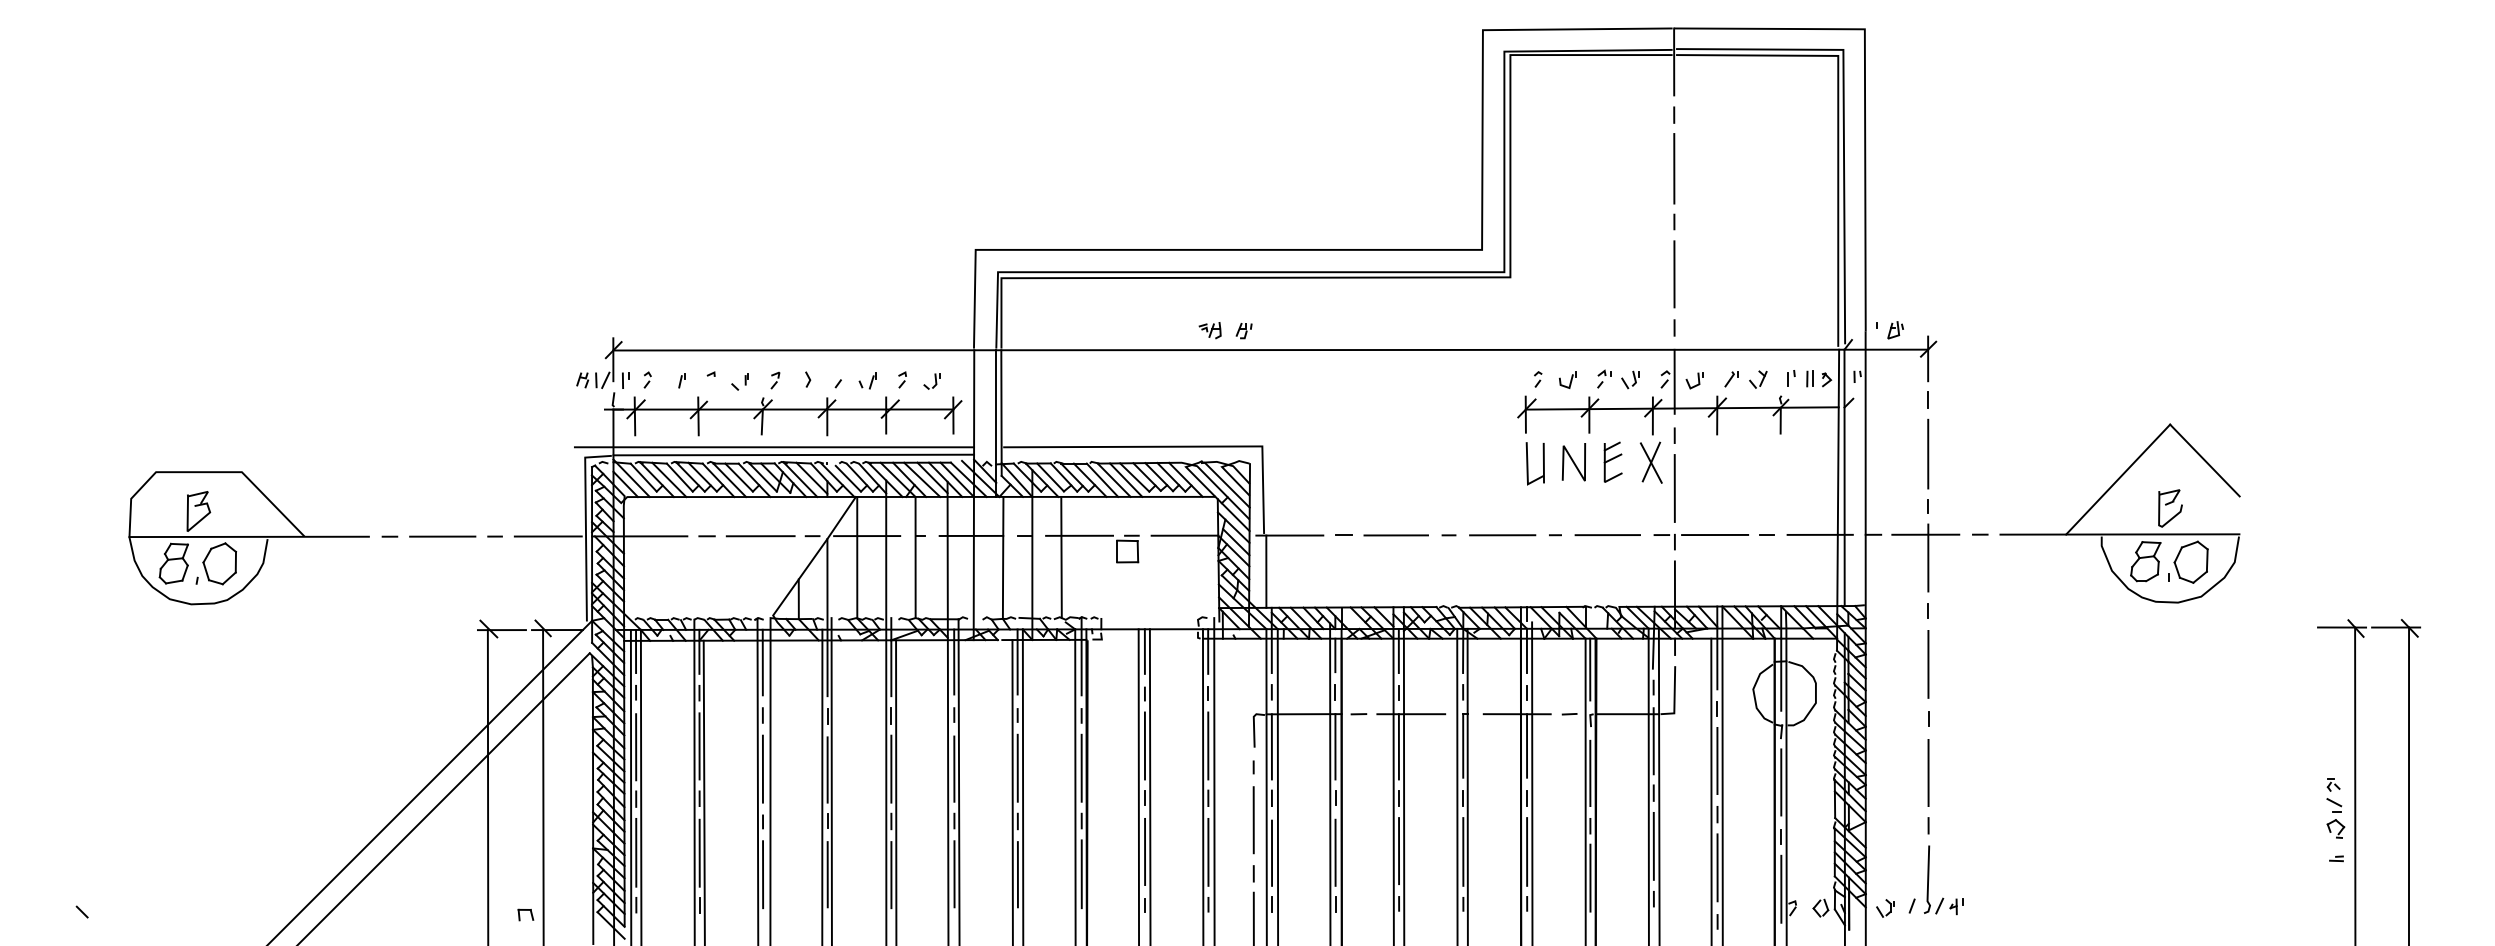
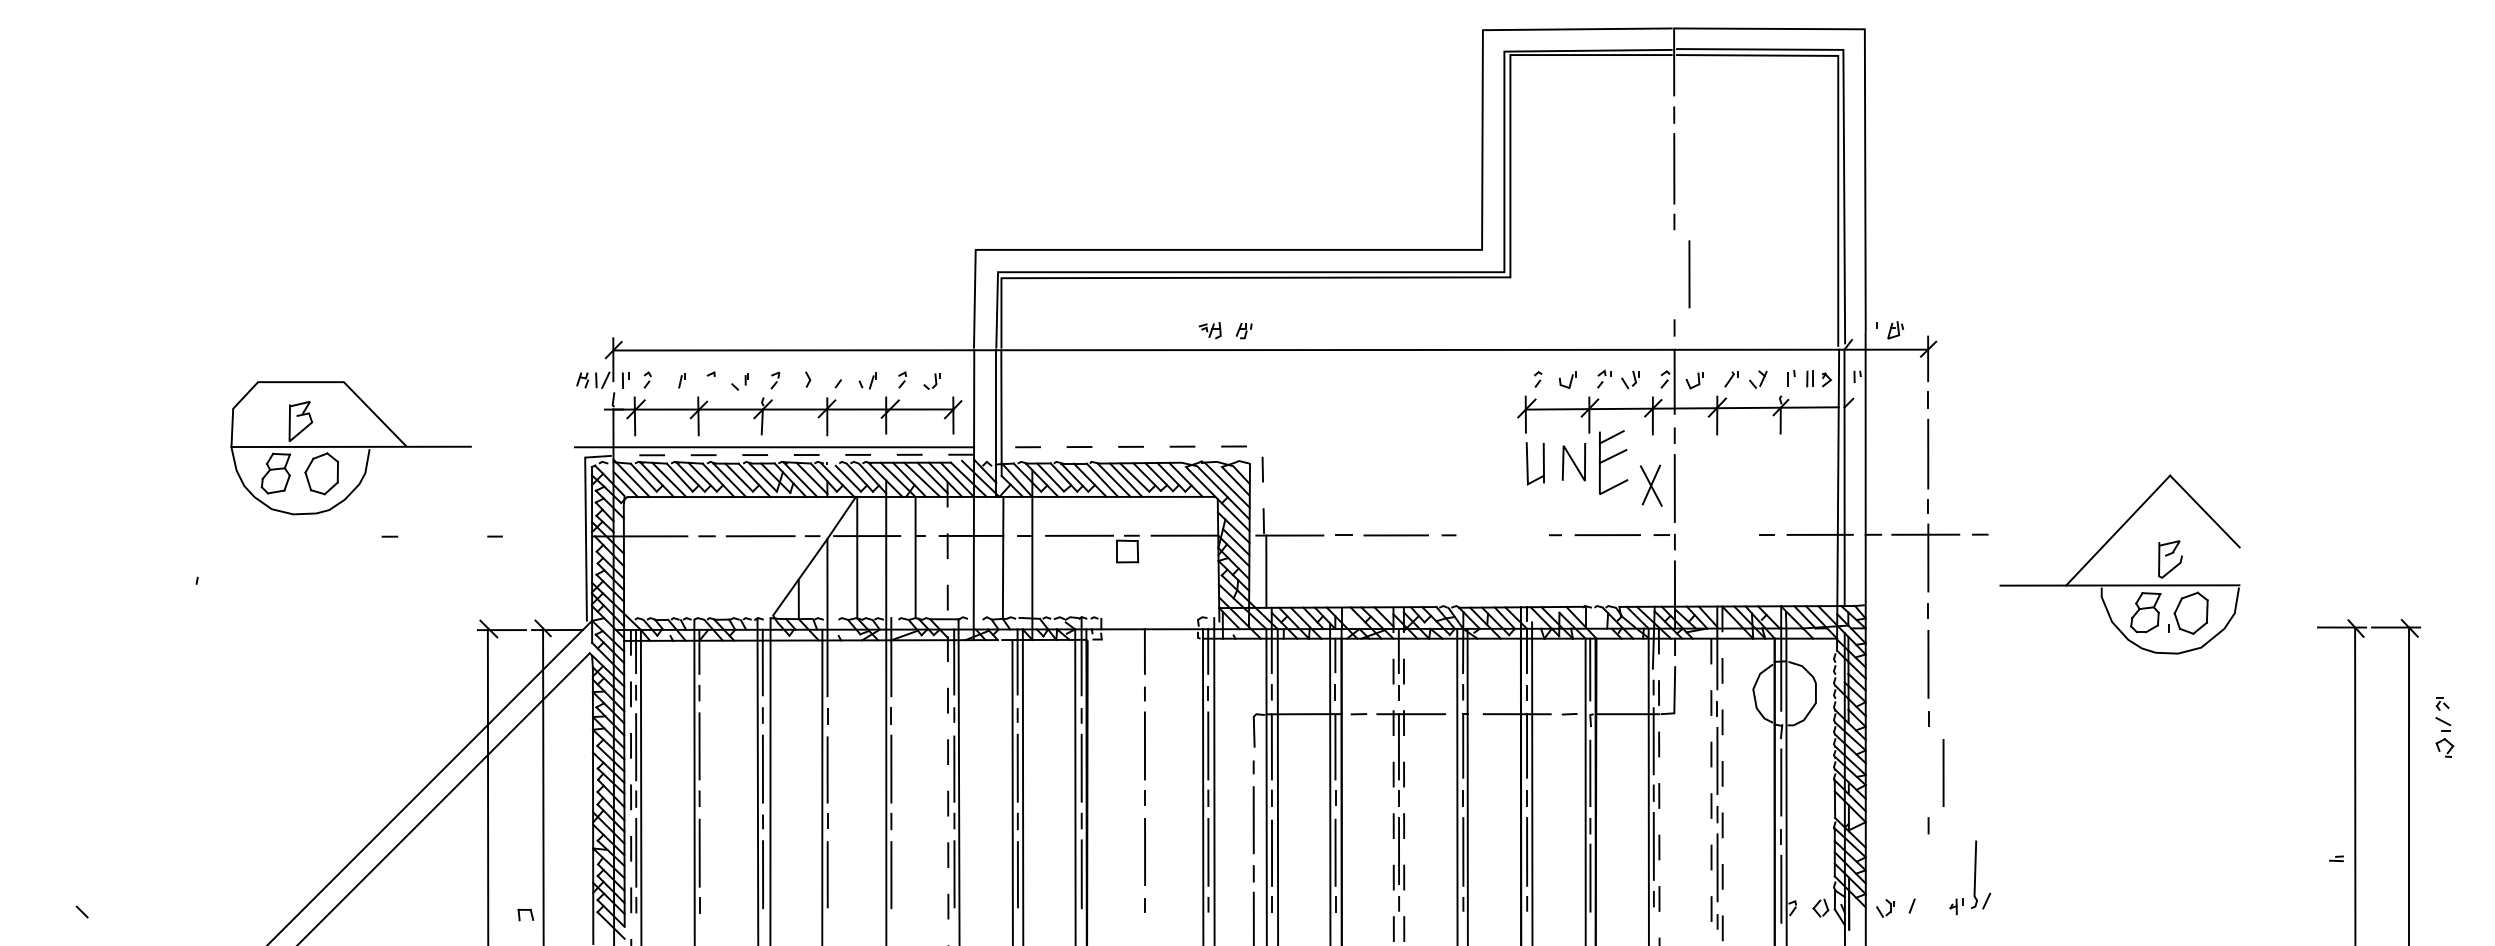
line at (1674, 274) position: (1674, 274) -> (1689, 274)
line at (1176, 446): solid -> dashed
line at (793, 455): solid -> dashed
part at (1612, 461) size: 20x42 px -> 31x65 px
part at (1650, 462) position: (1650, 462) -> (1650, 485)
part at (2119, 533) position: (2119, 533) -> (2119, 584)
line at (1715, 534): present -> none
line at (1502, 535): present -> none
line at (442, 536): present -> none
line at (547, 536): present -> none
part at (248, 538) position: (248, 538) -> (350, 448)
line at (1061, 557): present -> none
line at (948, 713): solid -> dashed
line at (1928, 772) position: (1928, 772) -> (1943, 772)
line at (1393, 776): solid -> dashed
line at (1404, 776): solid -> dashed
line at (1722, 776): solid -> dashed
line at (831, 780): present -> none
line at (1138, 785): present -> none
line at (1149, 785): present -> none
line at (631, 787): solid -> dashed
line at (1659, 787): solid -> dashed
line at (703, 791): present -> none
line at (896, 791): present -> none
line at (1711, 792): solid -> dashed
part at (2335, 808) position: (2335, 808) -> (2444, 727)
part at (1934, 879) position: (1934, 879) -> (1981, 874)
